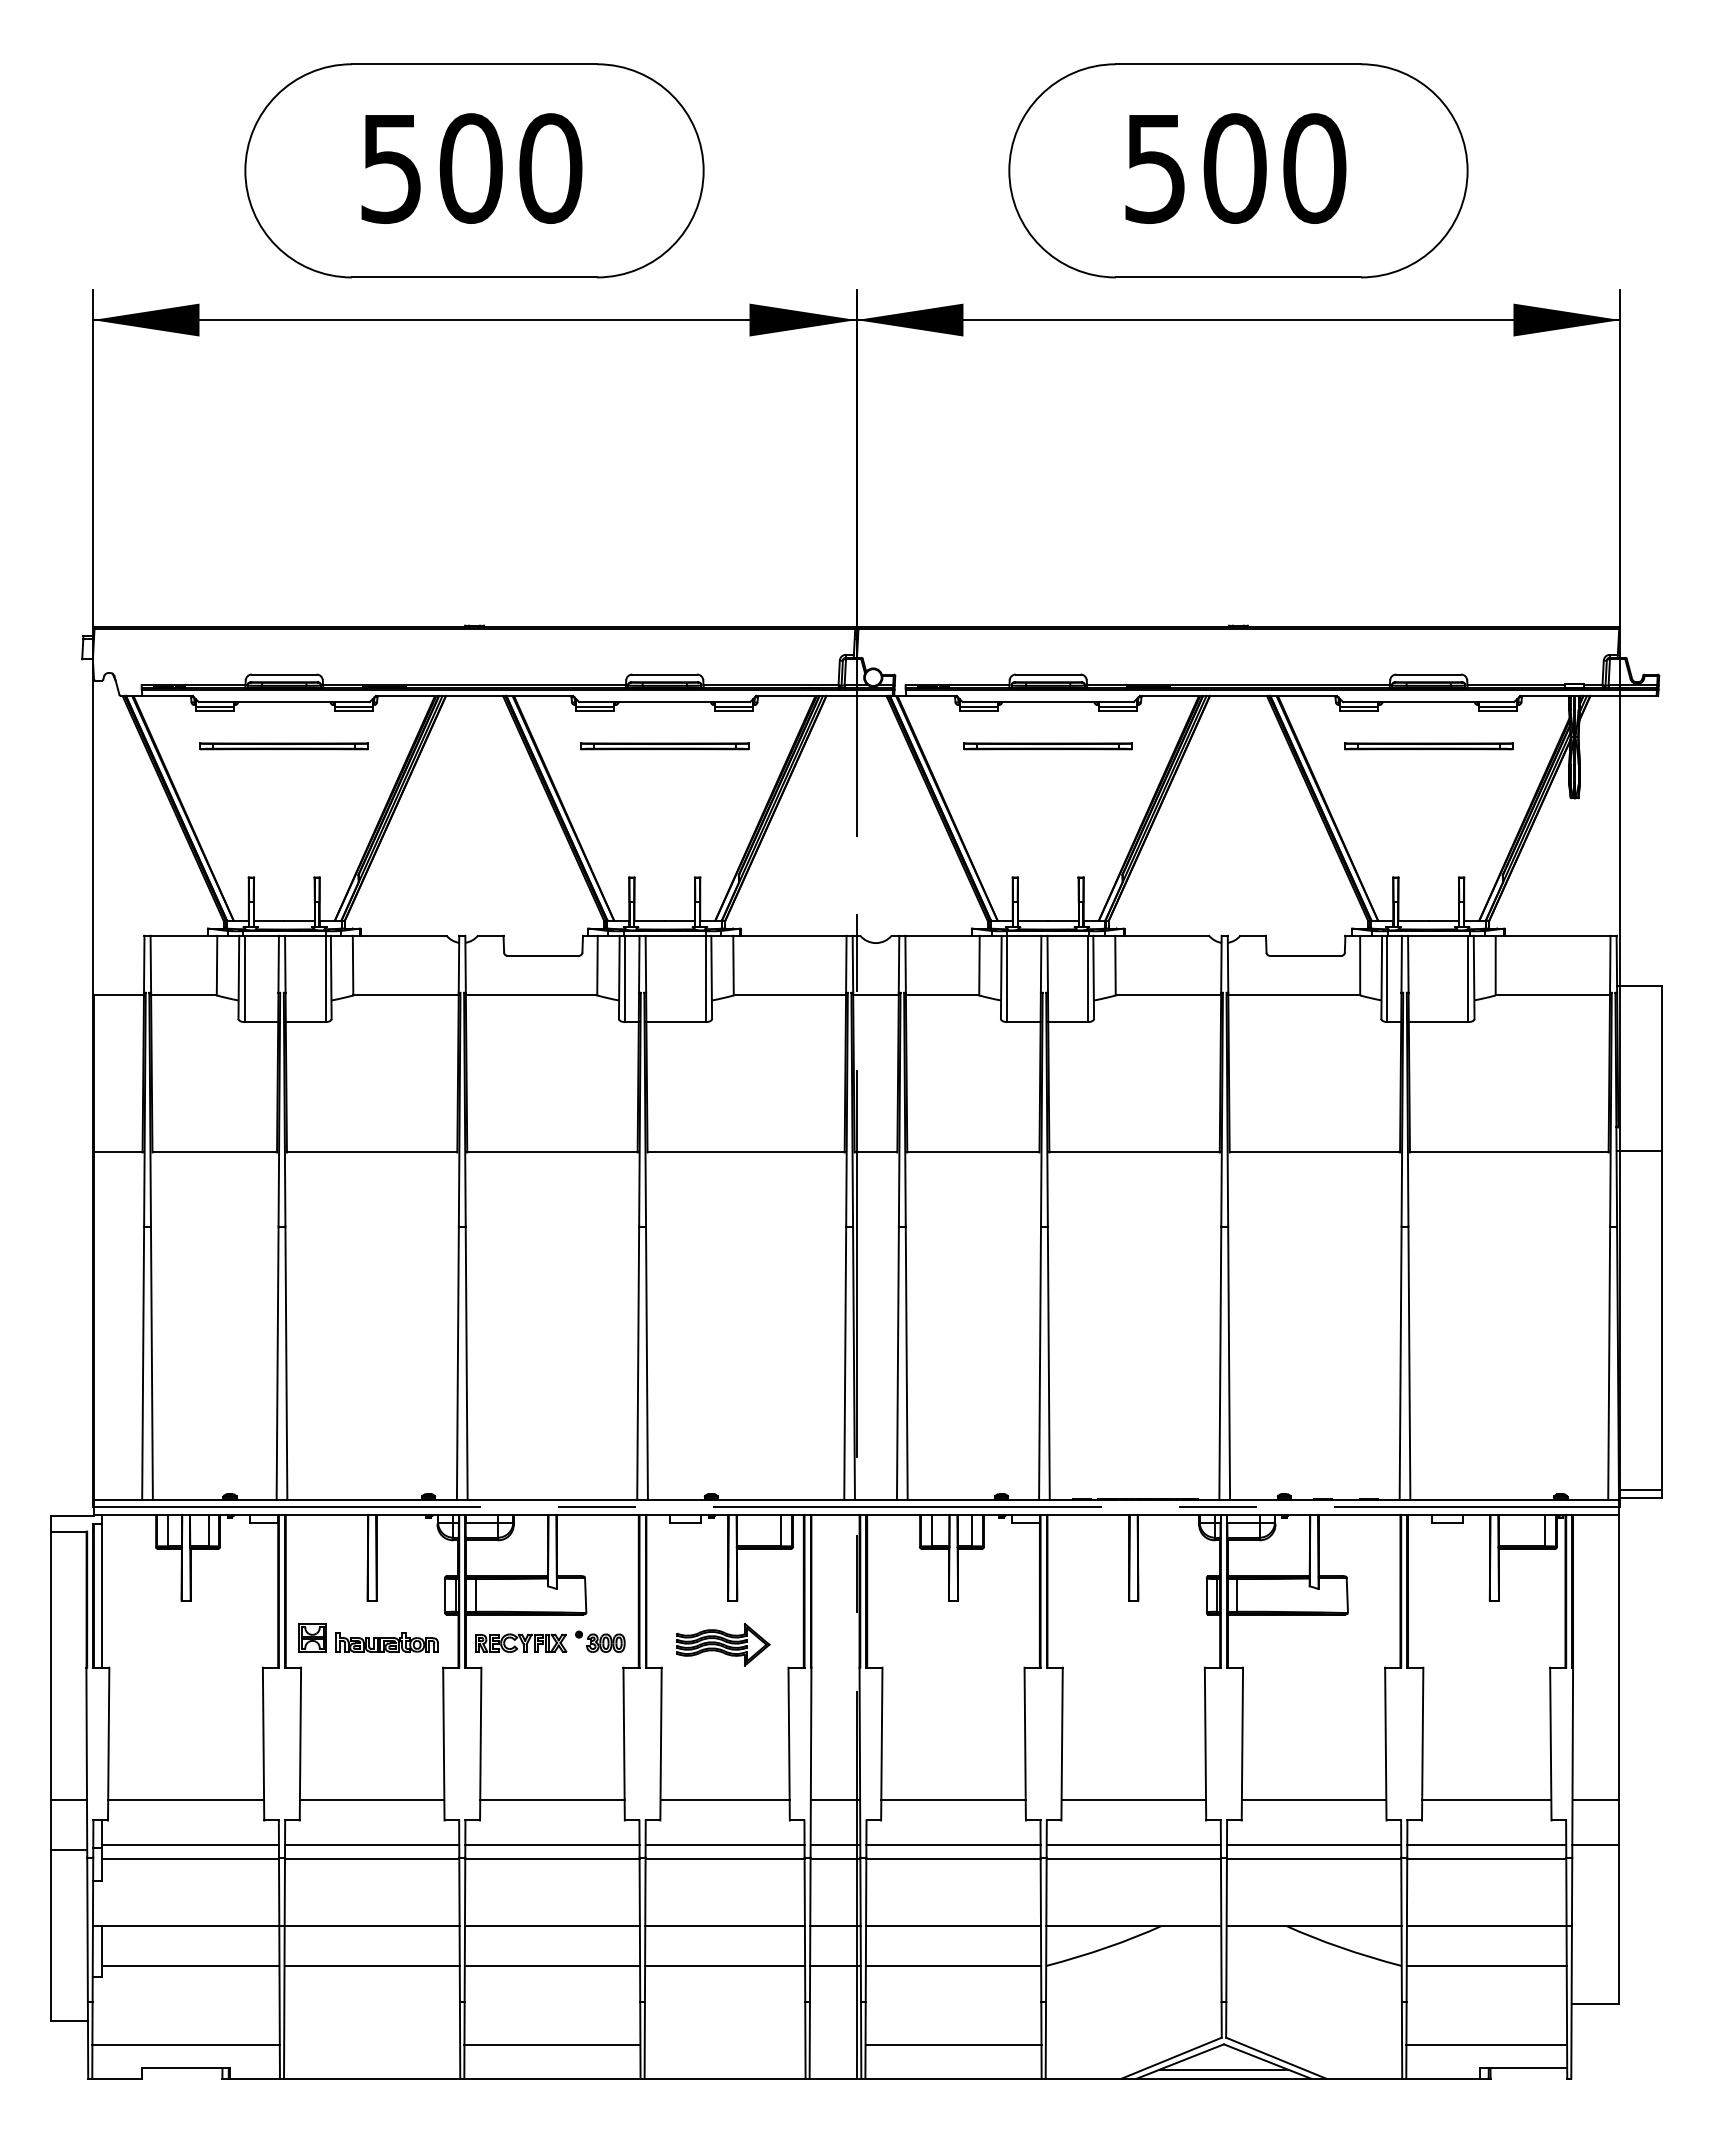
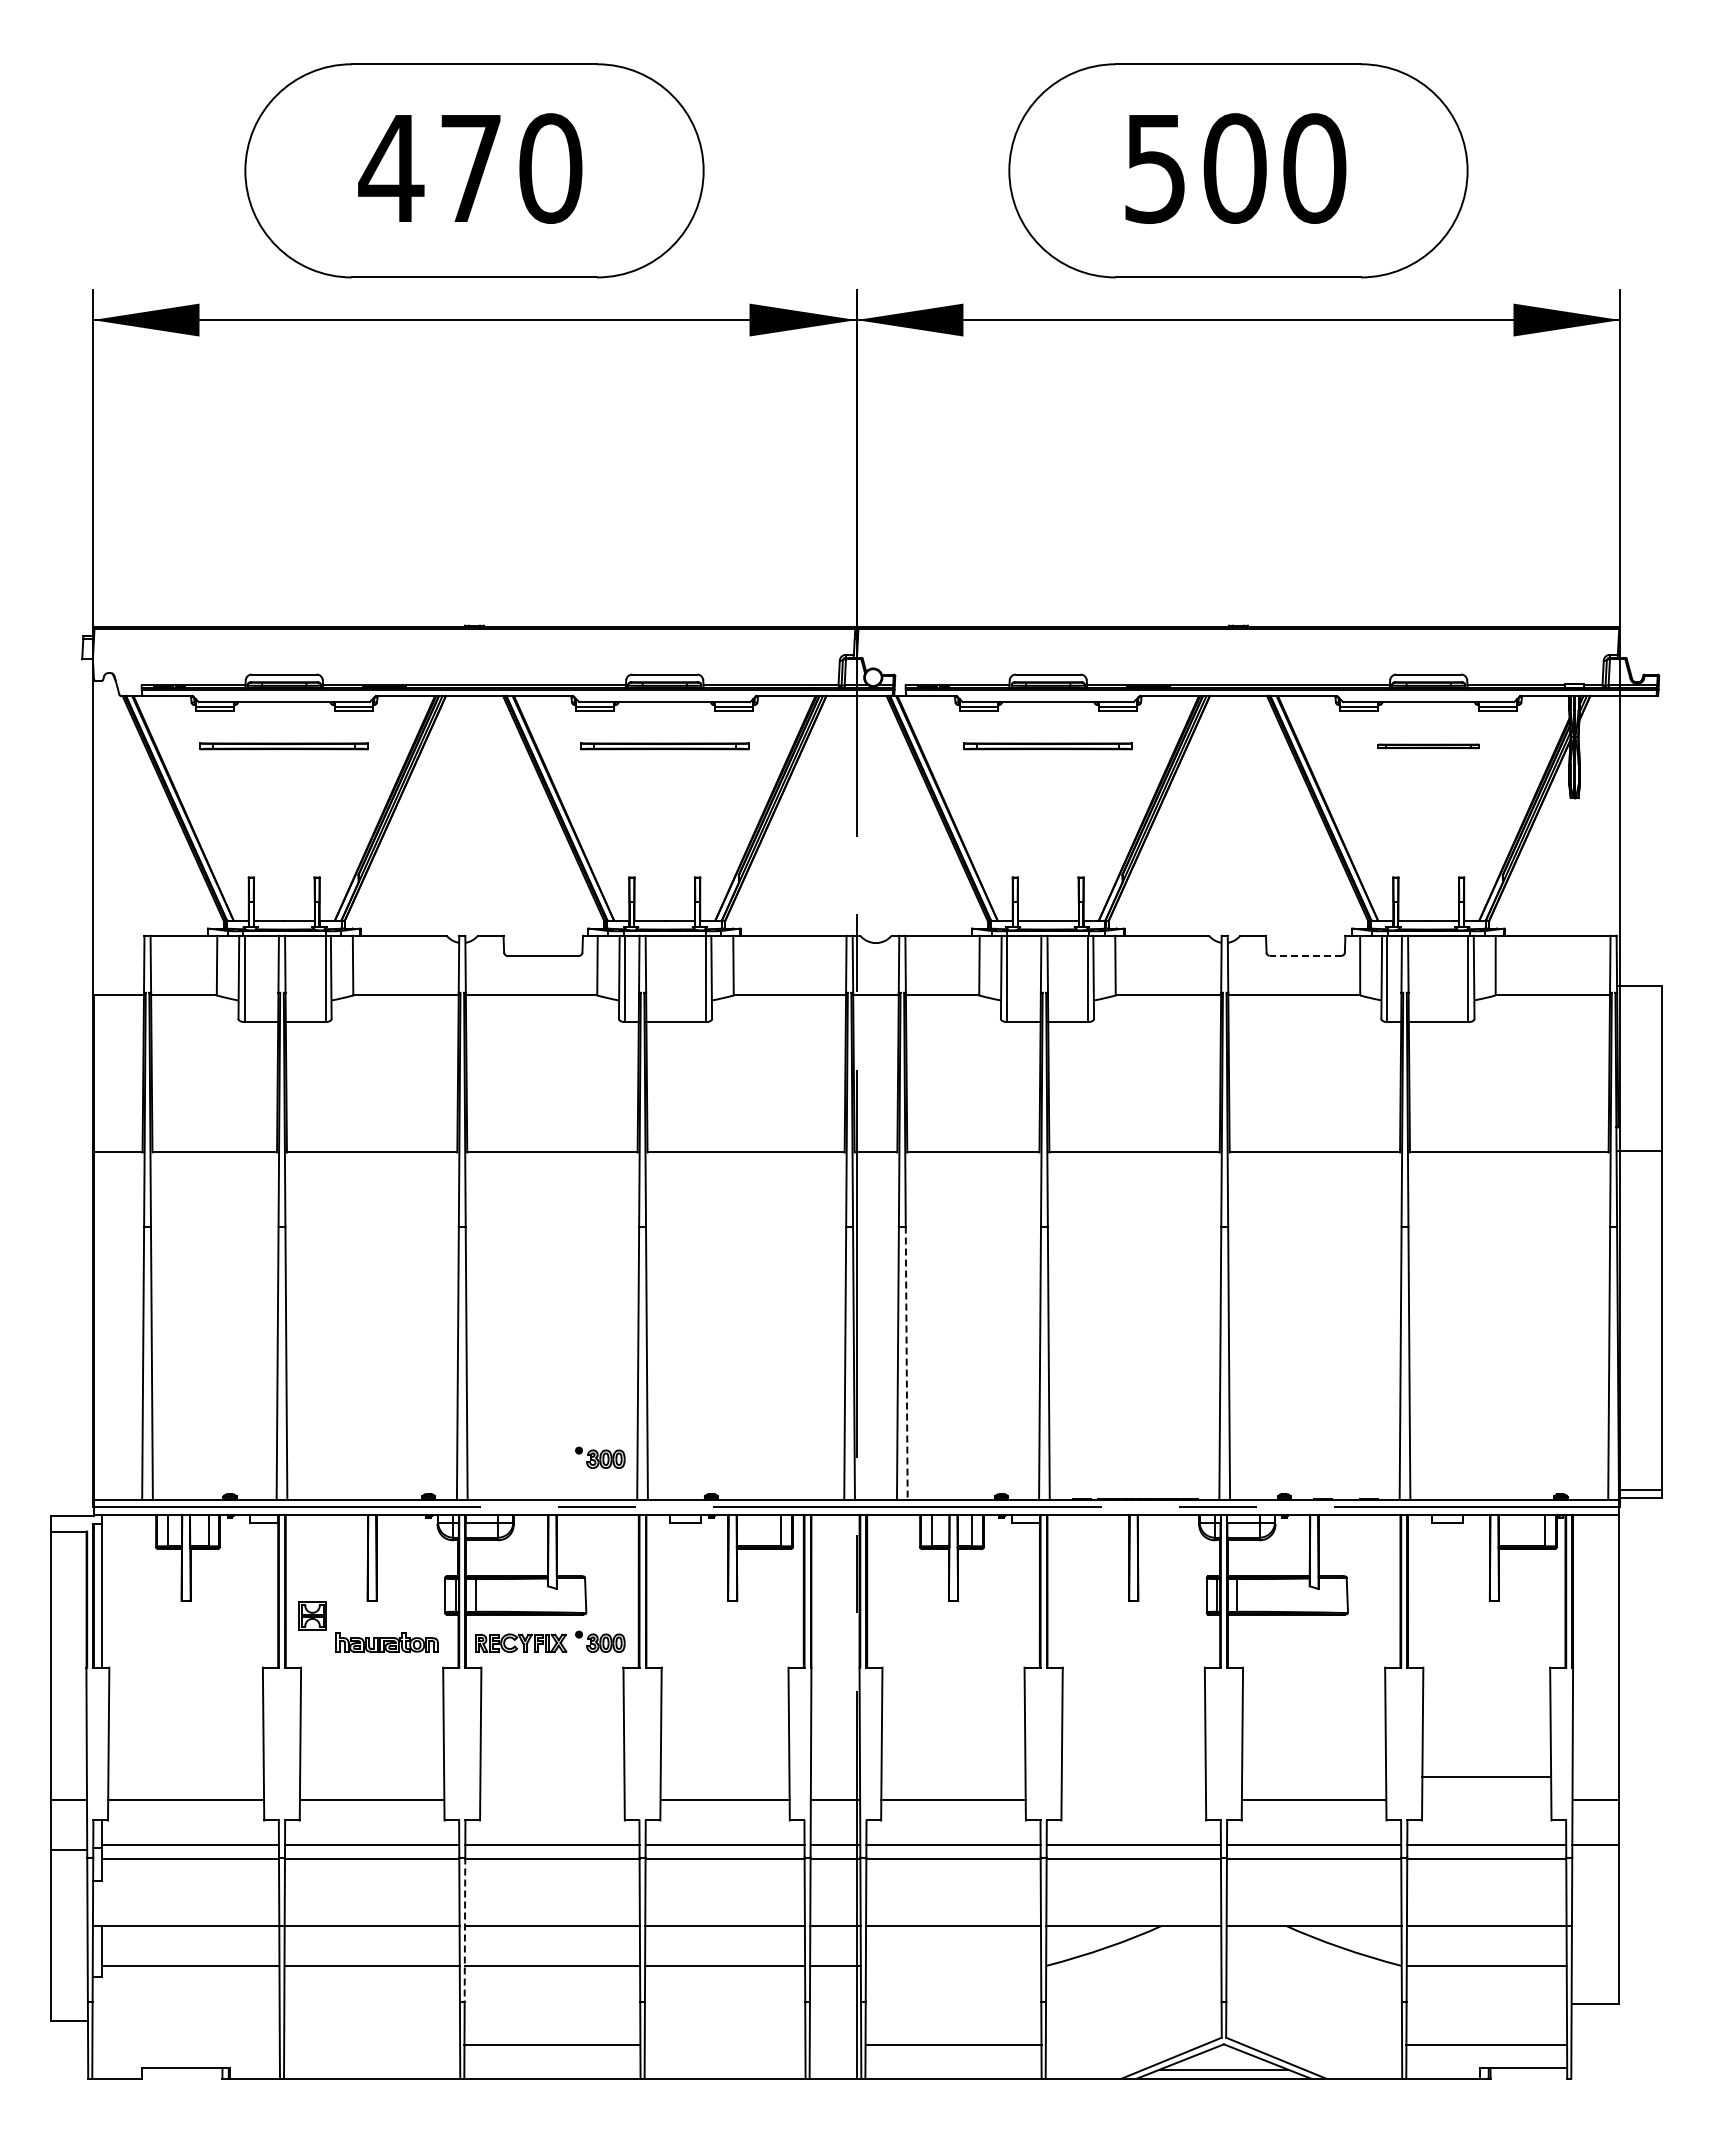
text at (430, 168): 500 -> 470
part at (1428, 746) size: 170x9 px -> 103x7 px
line at (1305, 955): solid -> dashed
line at (906, 1363): solid -> dashed
part at (600, 1457): none -> present
part at (312, 1637) position: (312, 1637) -> (312, 1615)
part at (723, 1644): present -> none
line at (552, 1799): present -> none
line at (1133, 1799): present -> none
line at (1486, 1799) position: (1486, 1799) -> (1486, 1776)
line at (464, 1930): solid -> dashed
line at (953, 1965): present -> none
line at (185, 2045): present -> none
